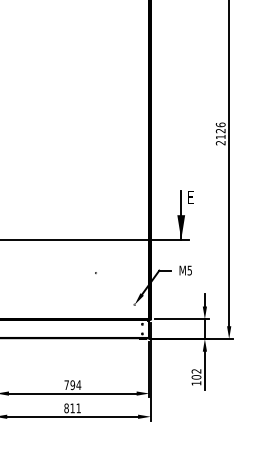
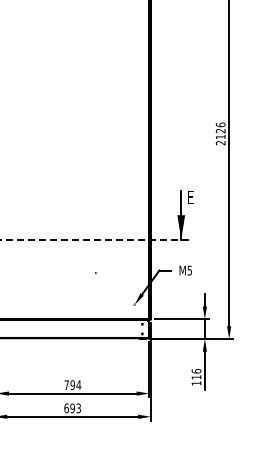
line at (94, 239): solid -> dashed
text at (196, 374): 102 -> 116
text at (72, 408): 811 -> 693
